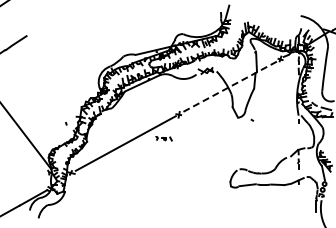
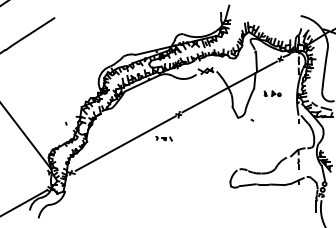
line at (40, 26): none -> present
line at (229, 86): dashed -> solid
part at (272, 93): none -> present
